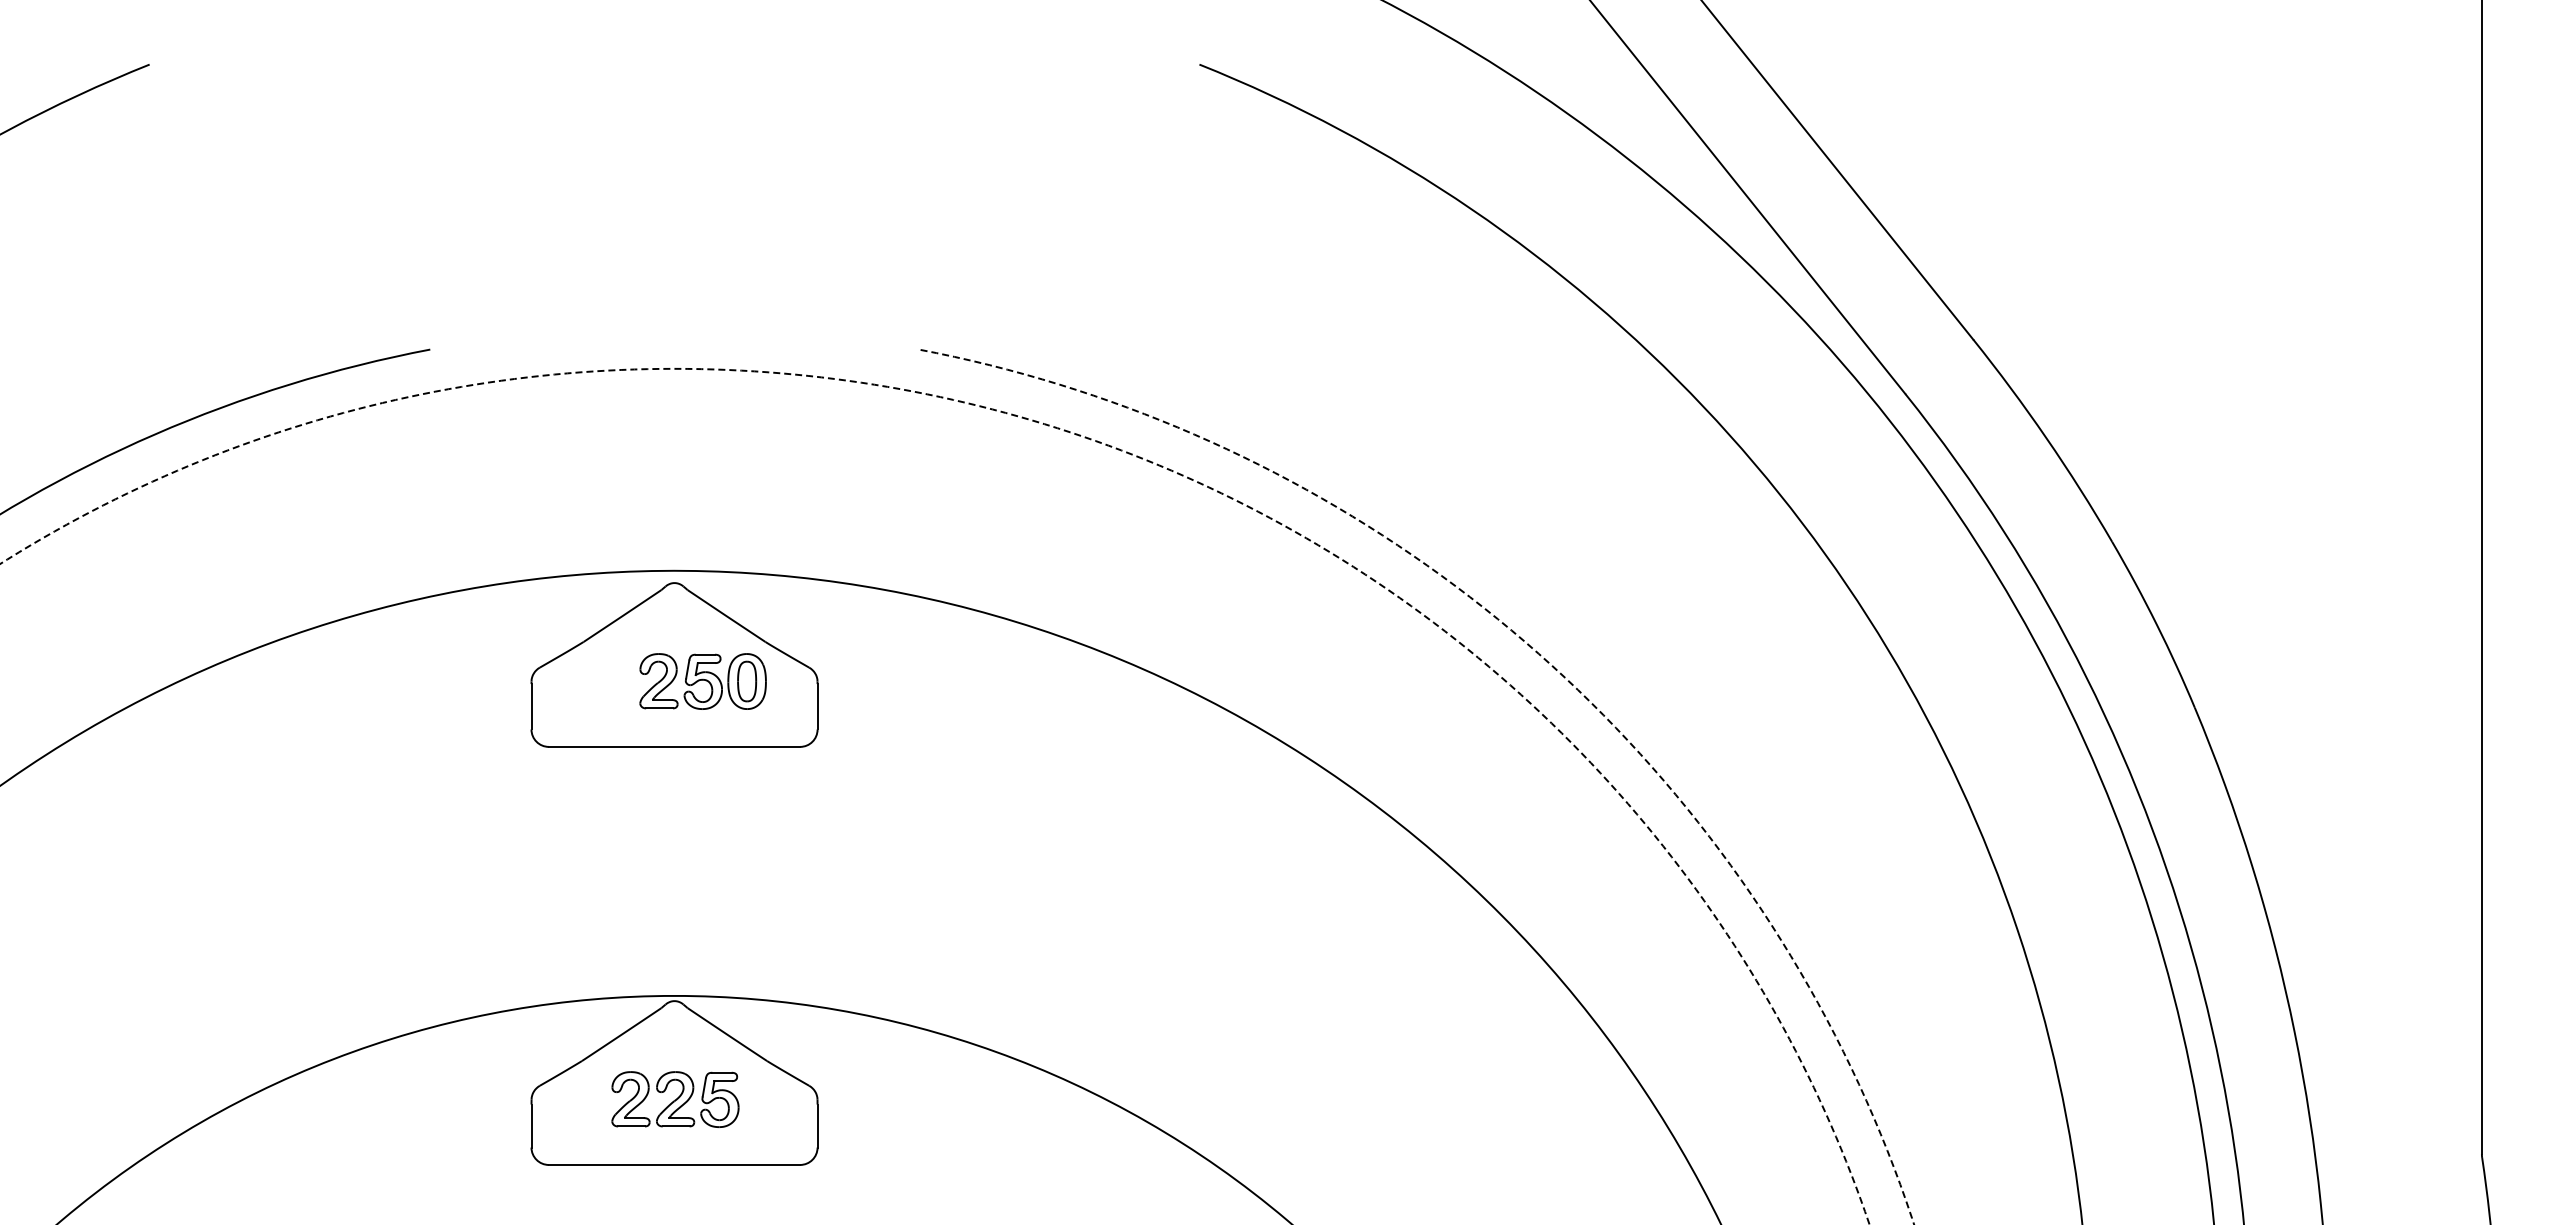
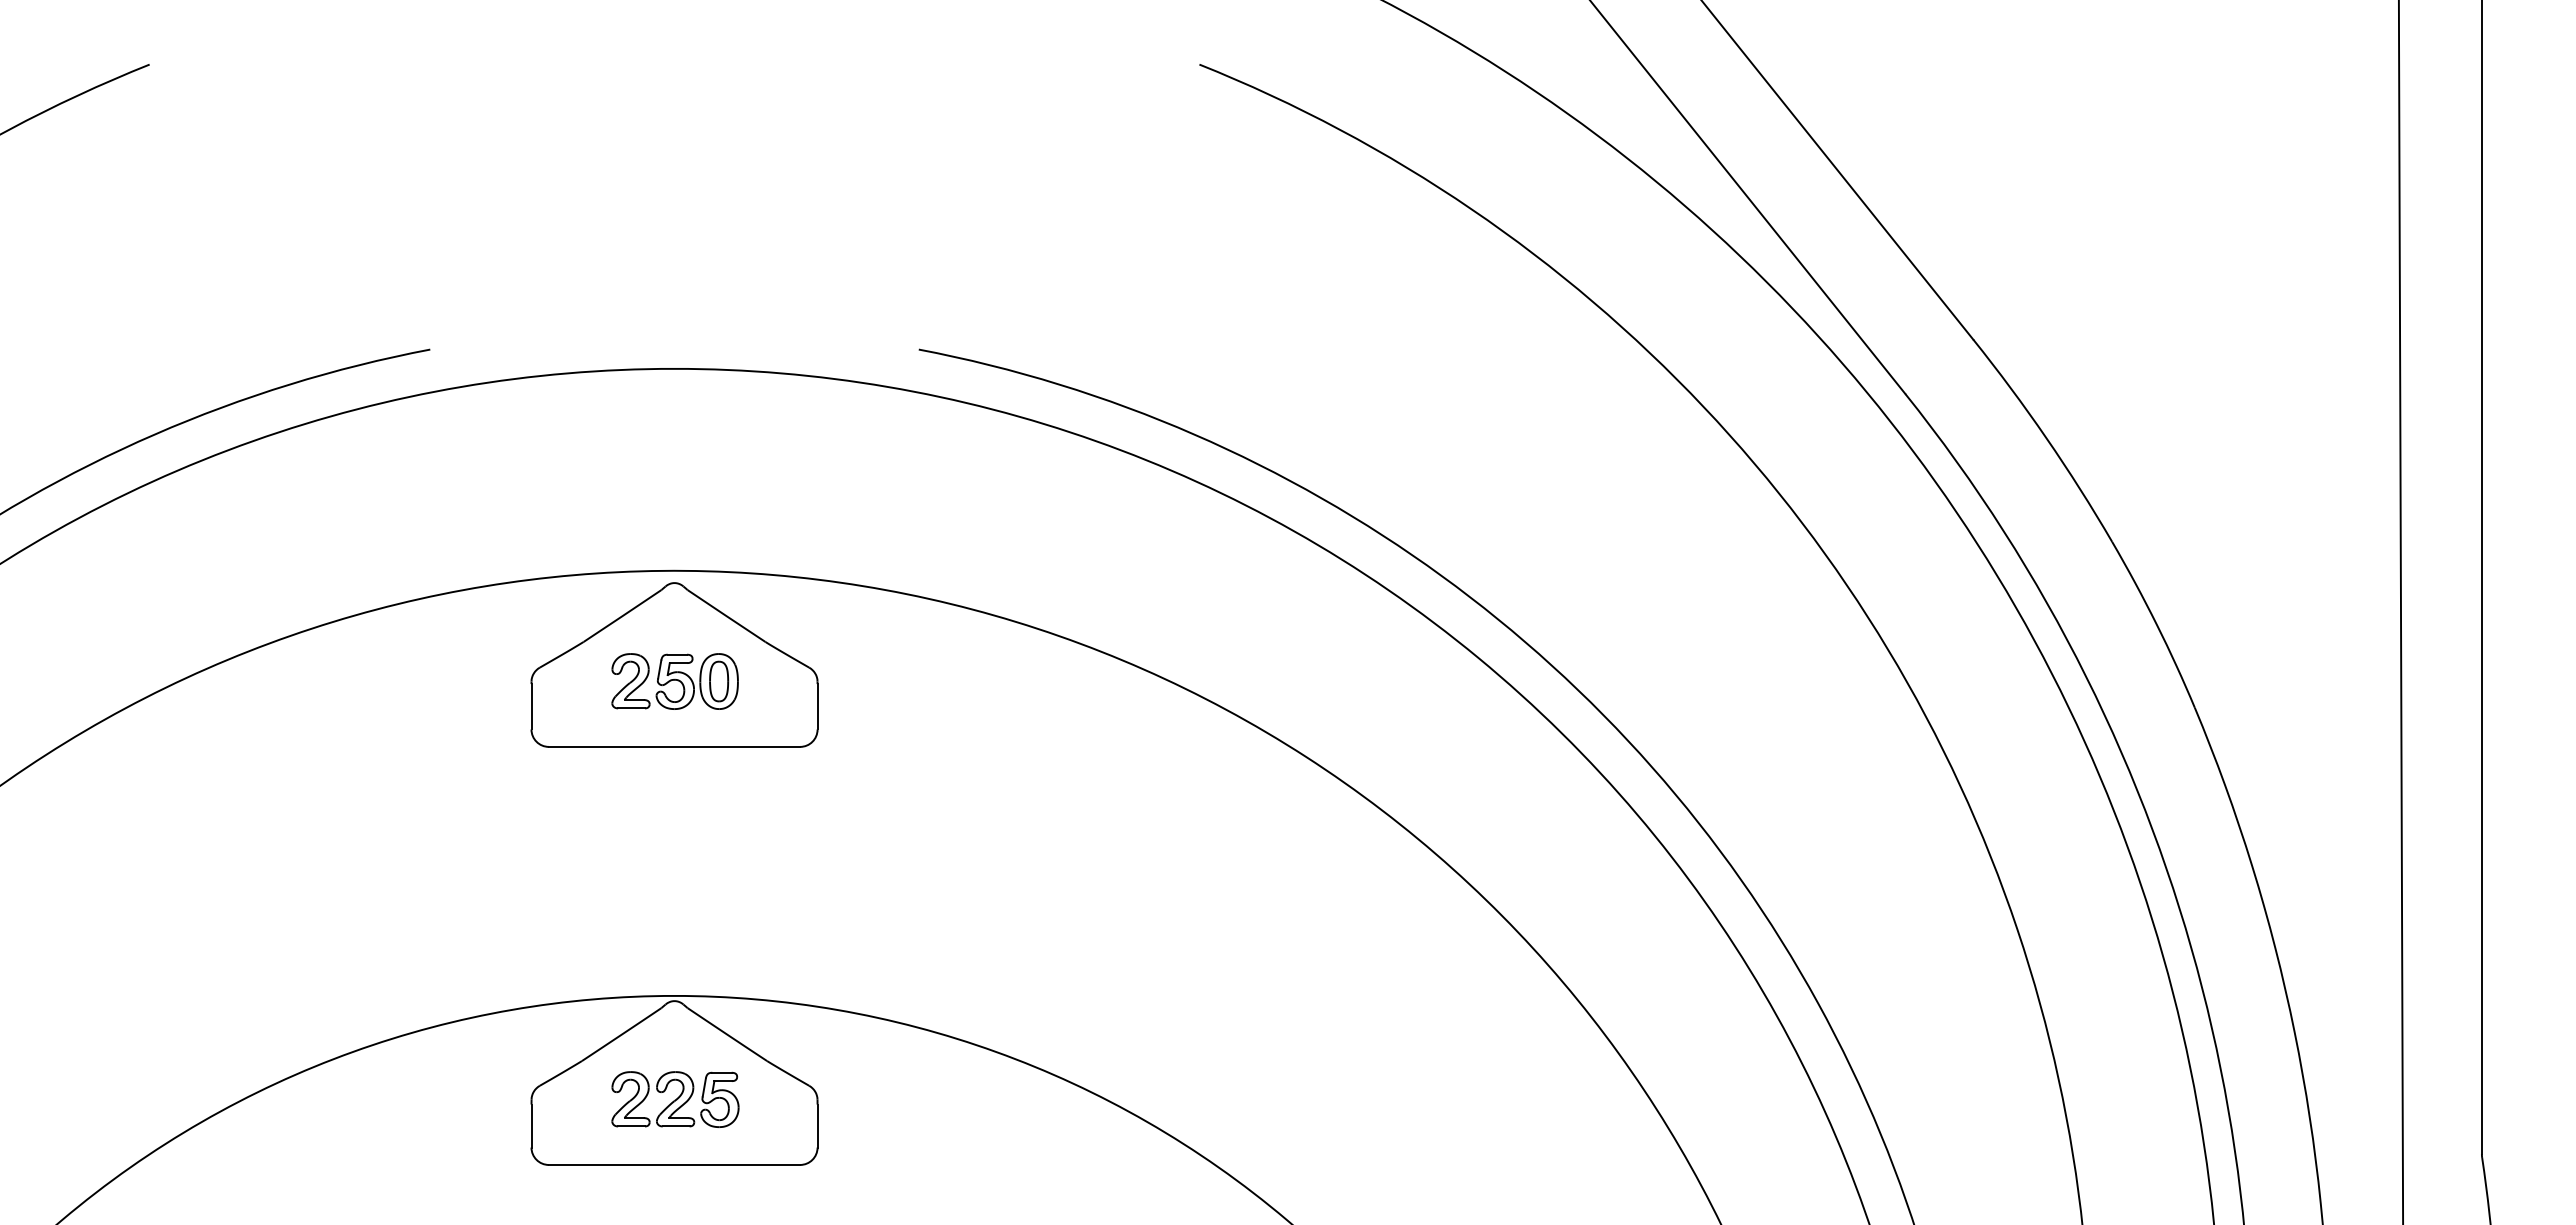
arc at (1096, 441): dashed -> solid
line at (2400, 611): none -> present
arc at (1536, 651): dashed -> solid
part at (702, 681) position: (702, 681) -> (674, 681)
